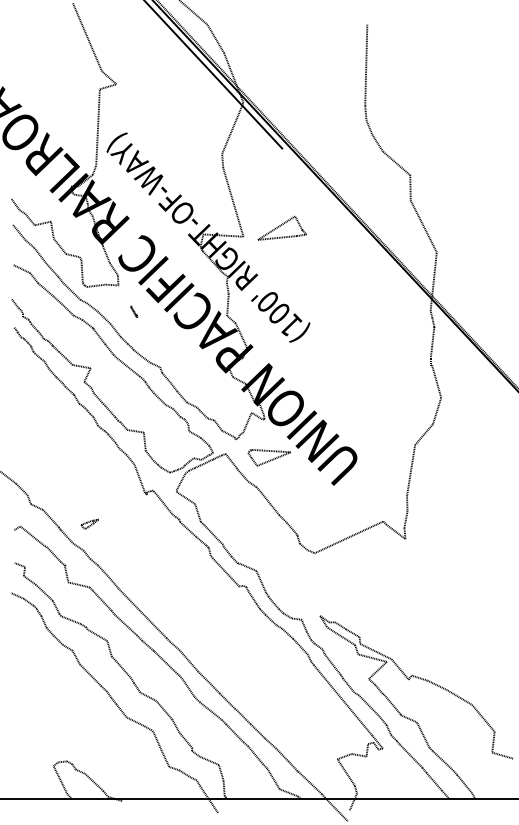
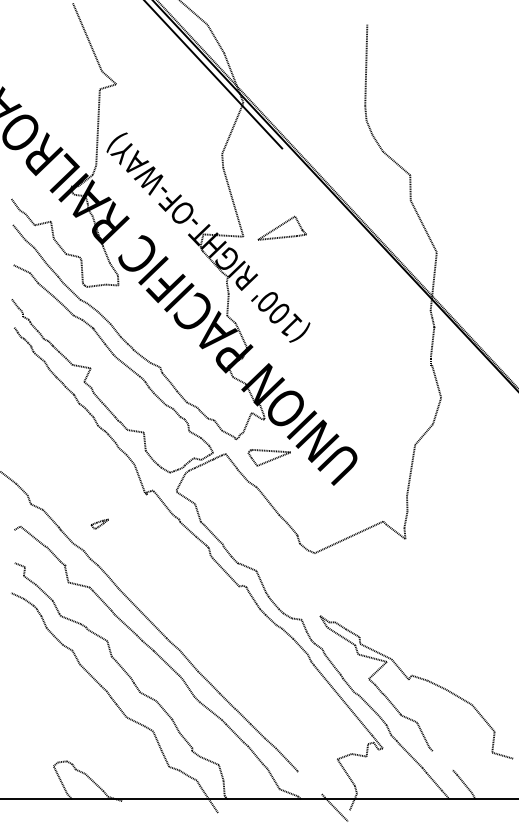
part at (134, 311): present -> none
part at (89, 523) position: (89, 523) -> (99, 523)
line at (442, 760): present -> none
line at (309, 782): present -> none
